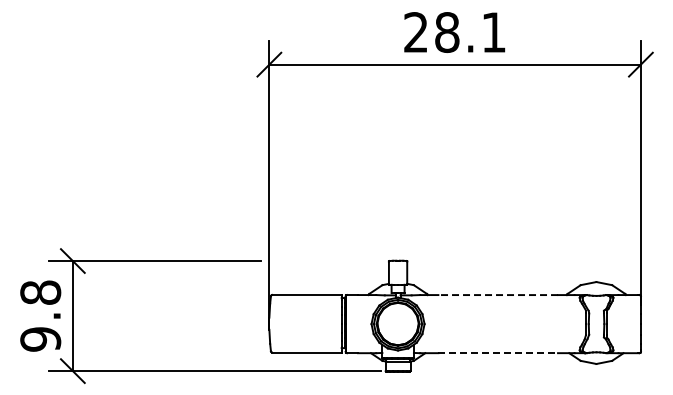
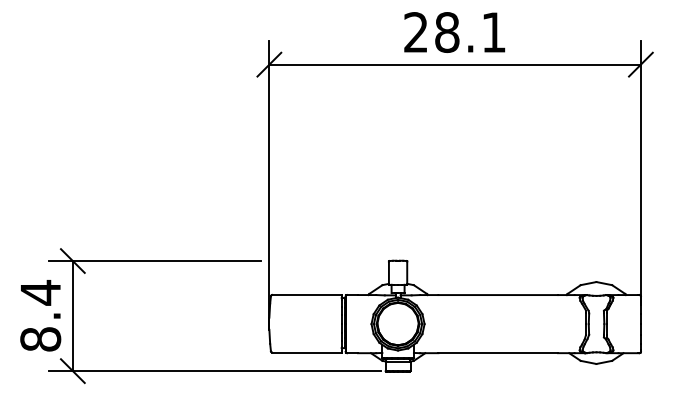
line at (498, 295): dashed -> solid
text at (40, 315): 9.8 -> 8.4
line at (498, 353): dashed -> solid
